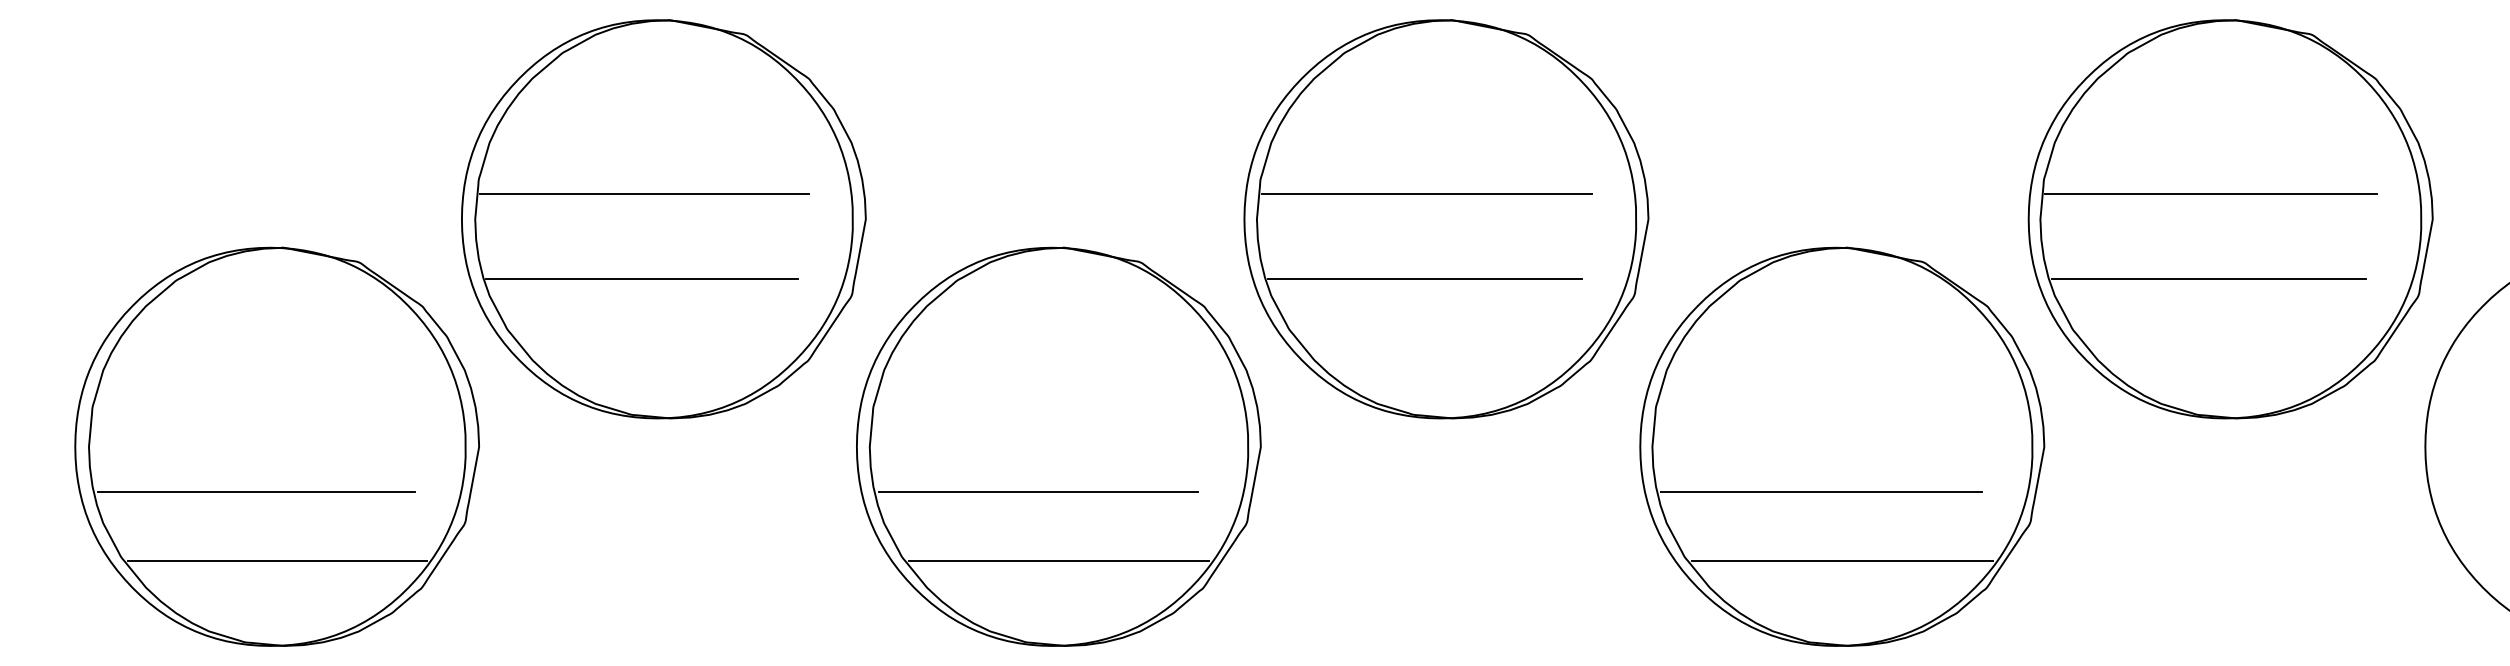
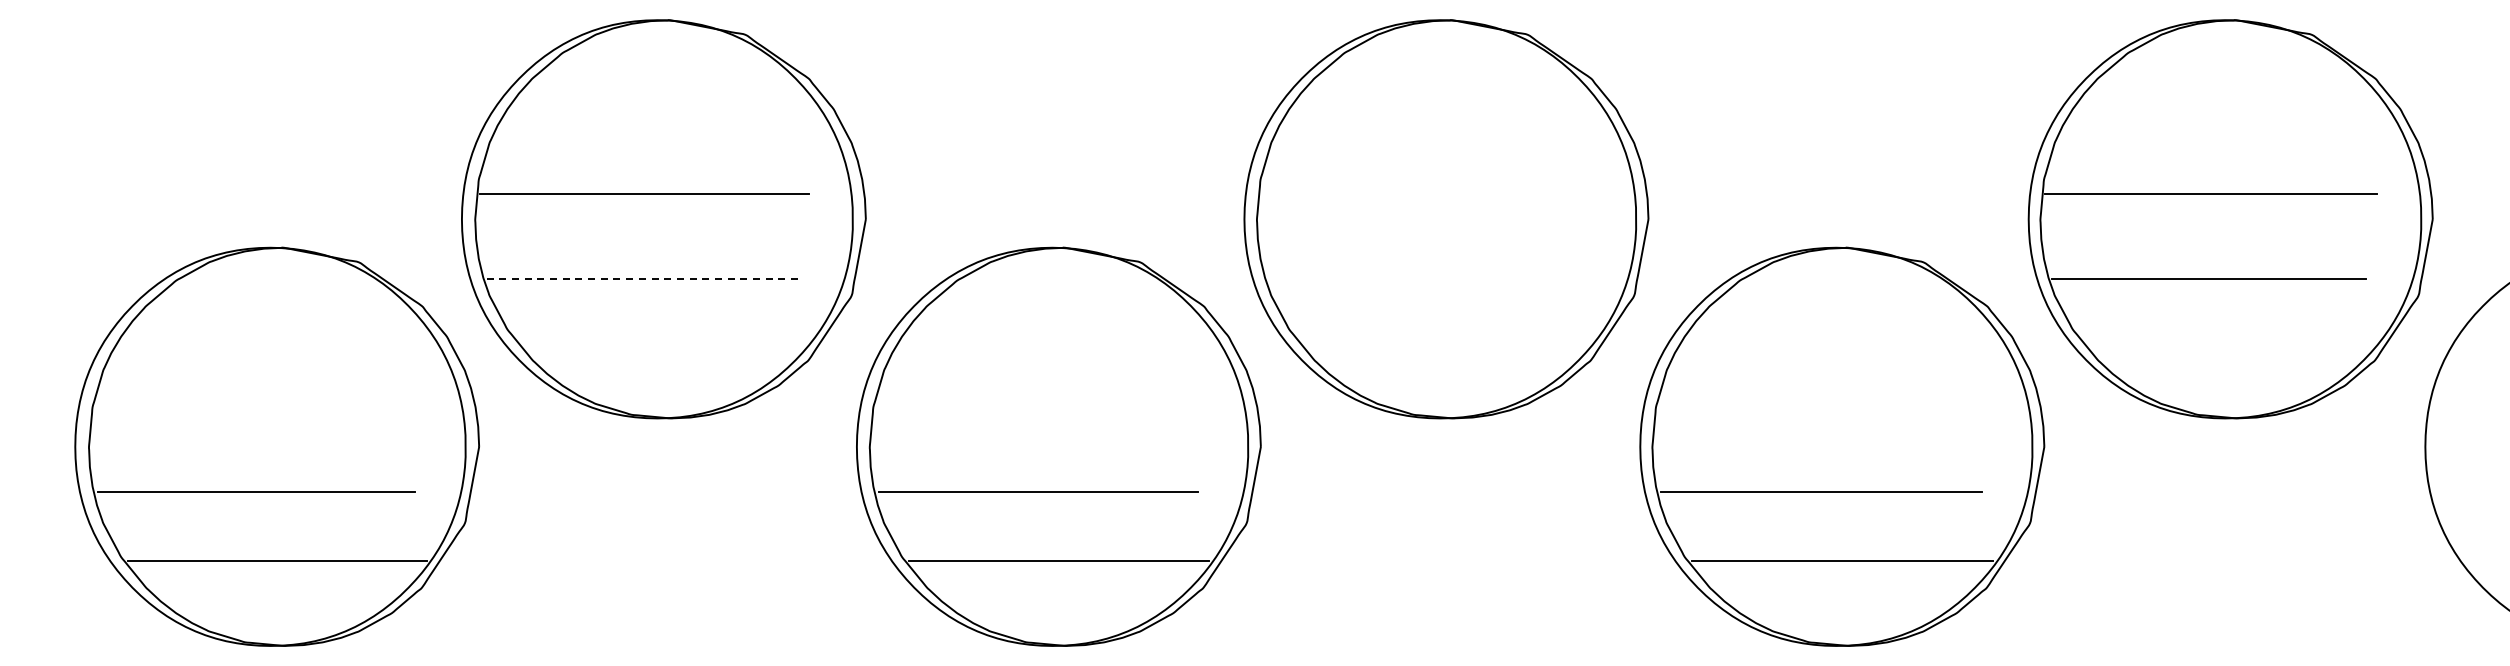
line at (1426, 193): present -> none
line at (642, 279): solid -> dashed
line at (1424, 279): present -> none
